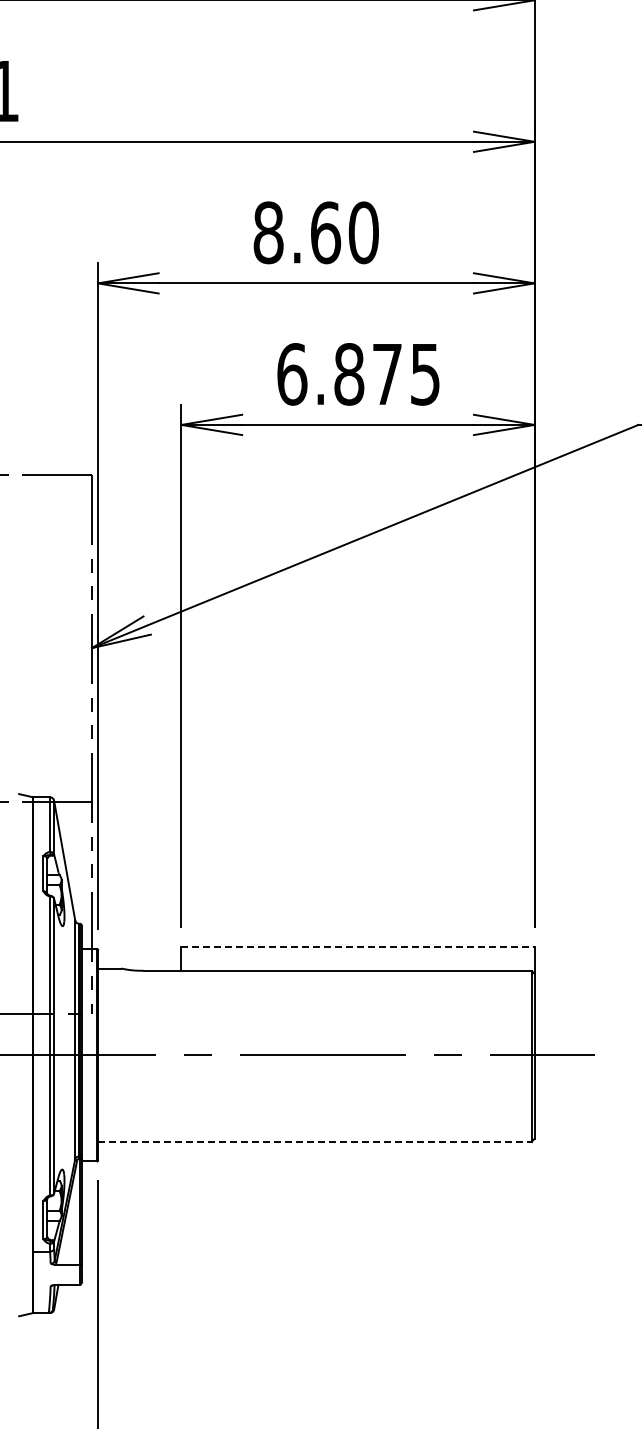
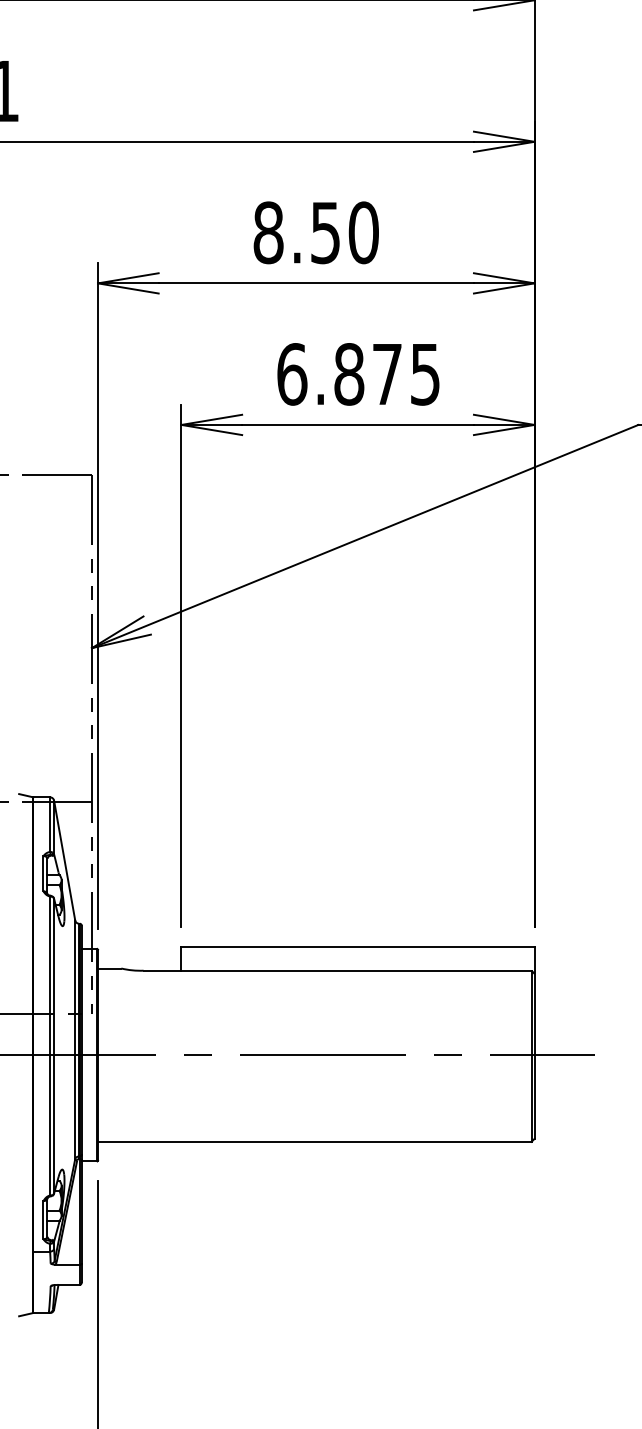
text at (326, 232): 8.60 -> 8.50
line at (358, 947): dashed -> solid
line at (314, 1141): dashed -> solid
